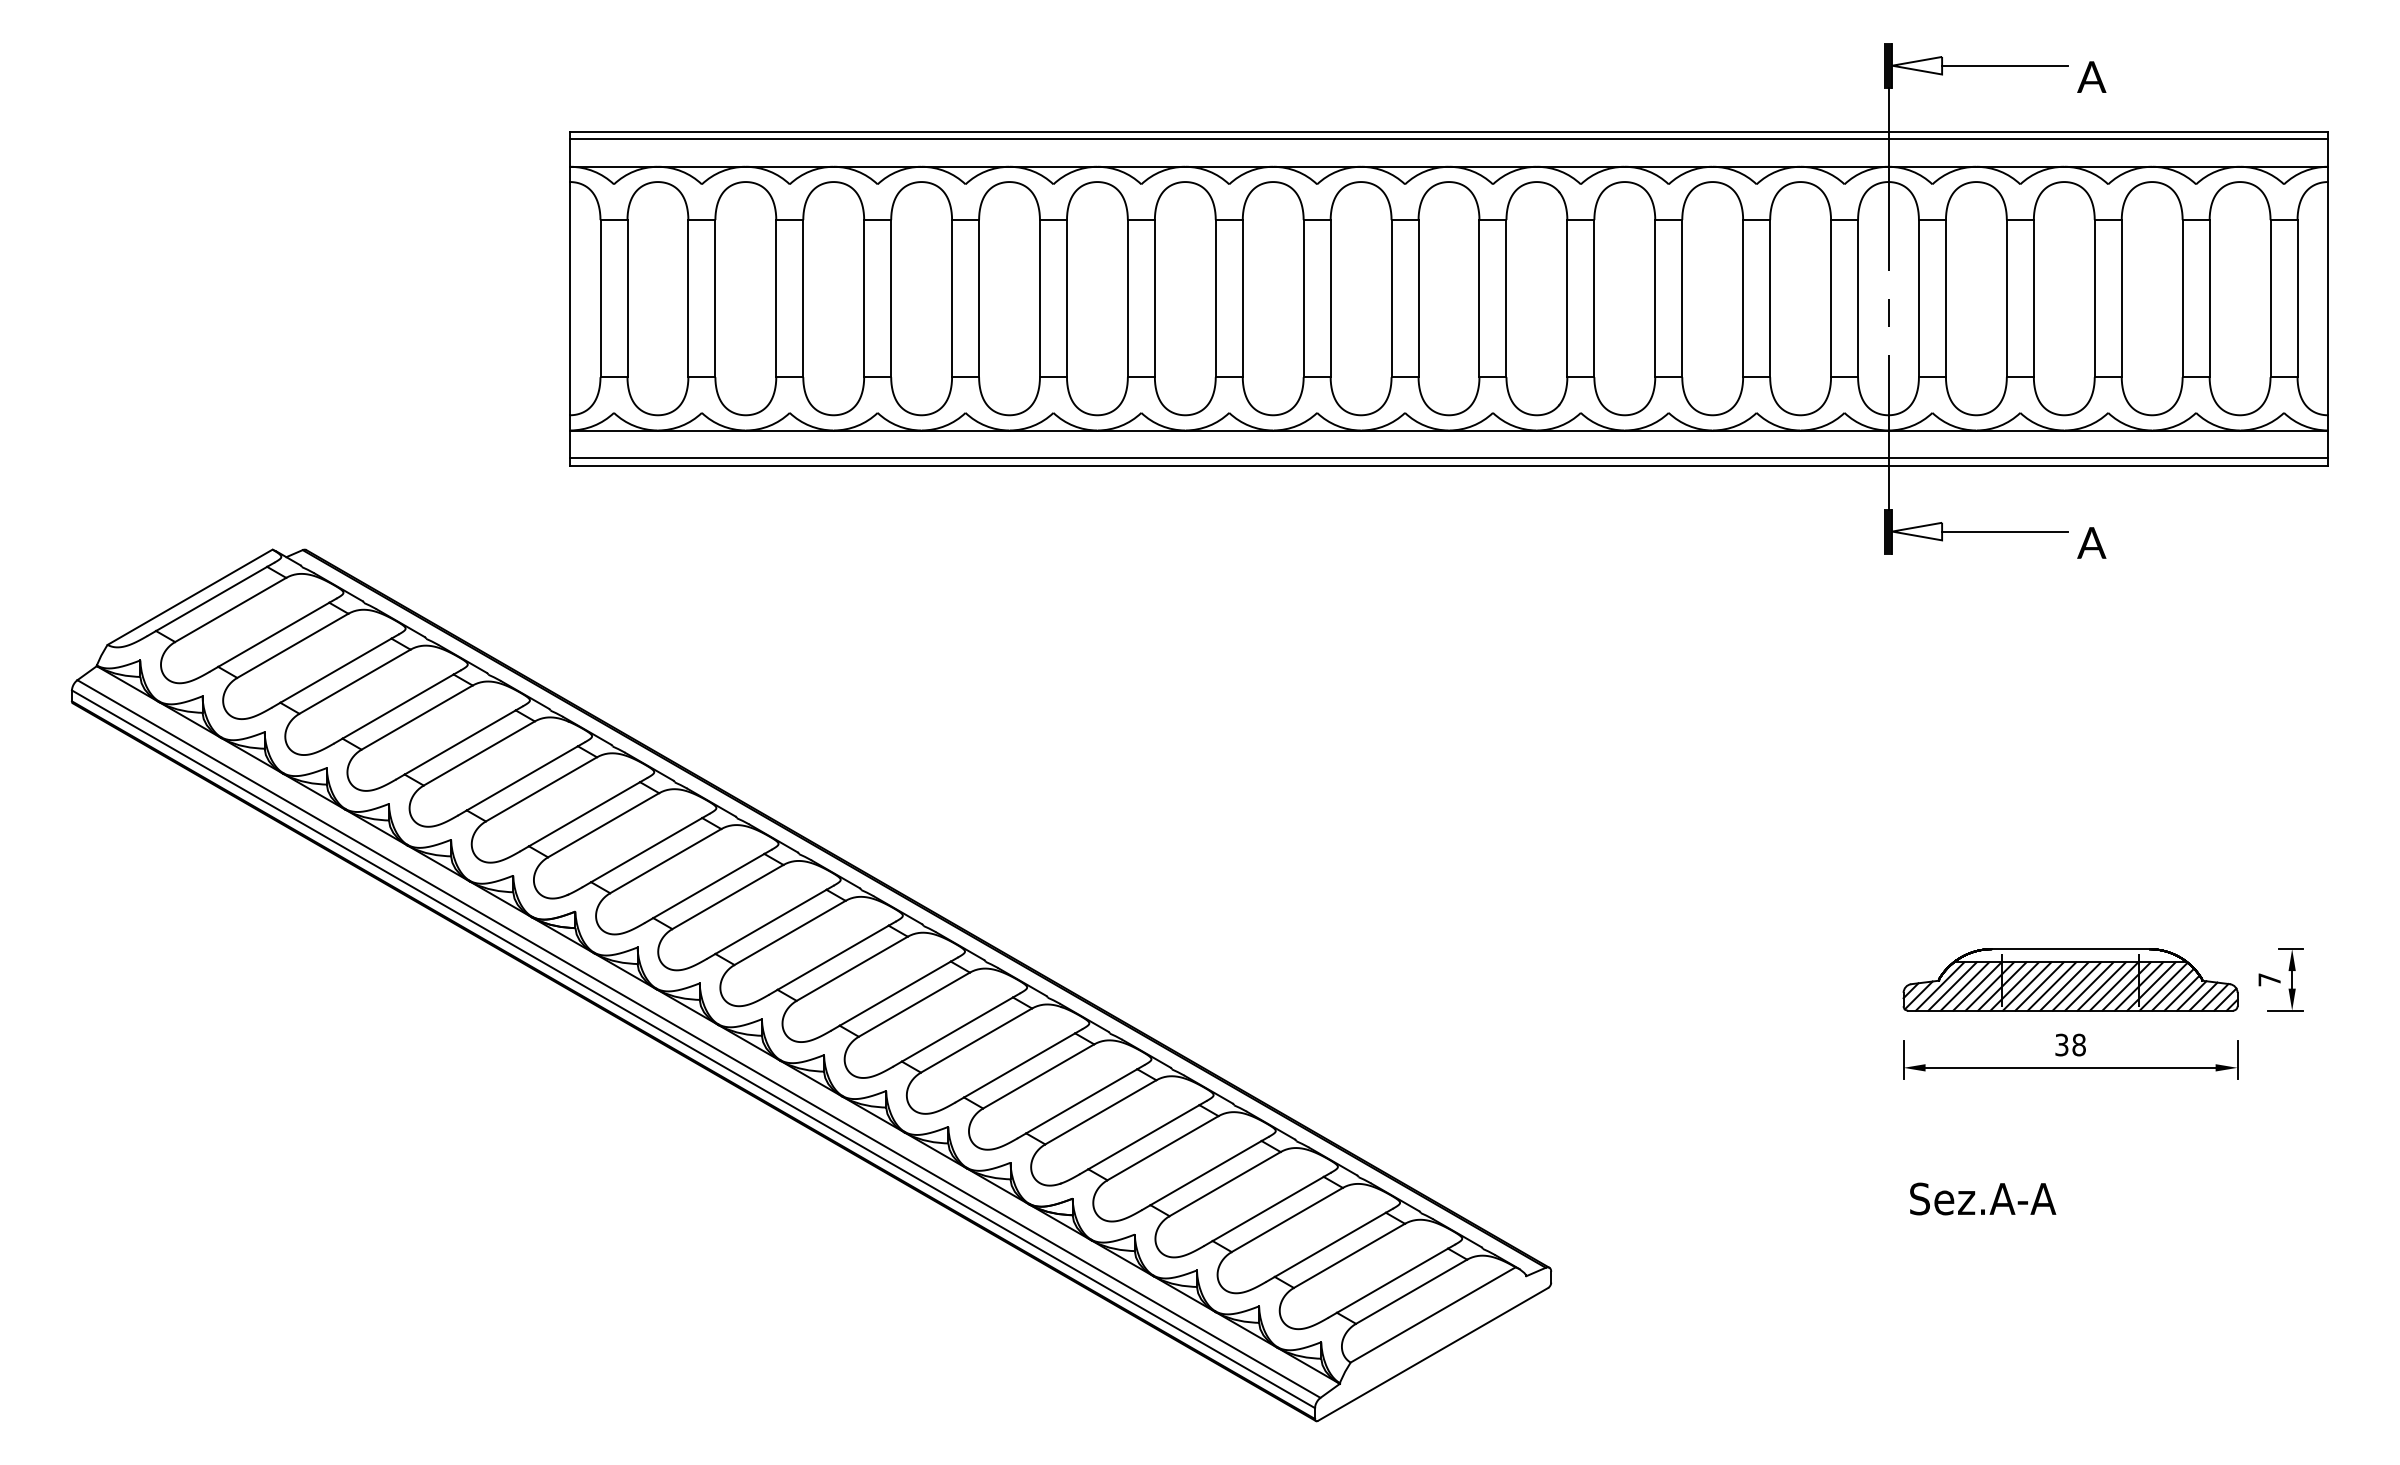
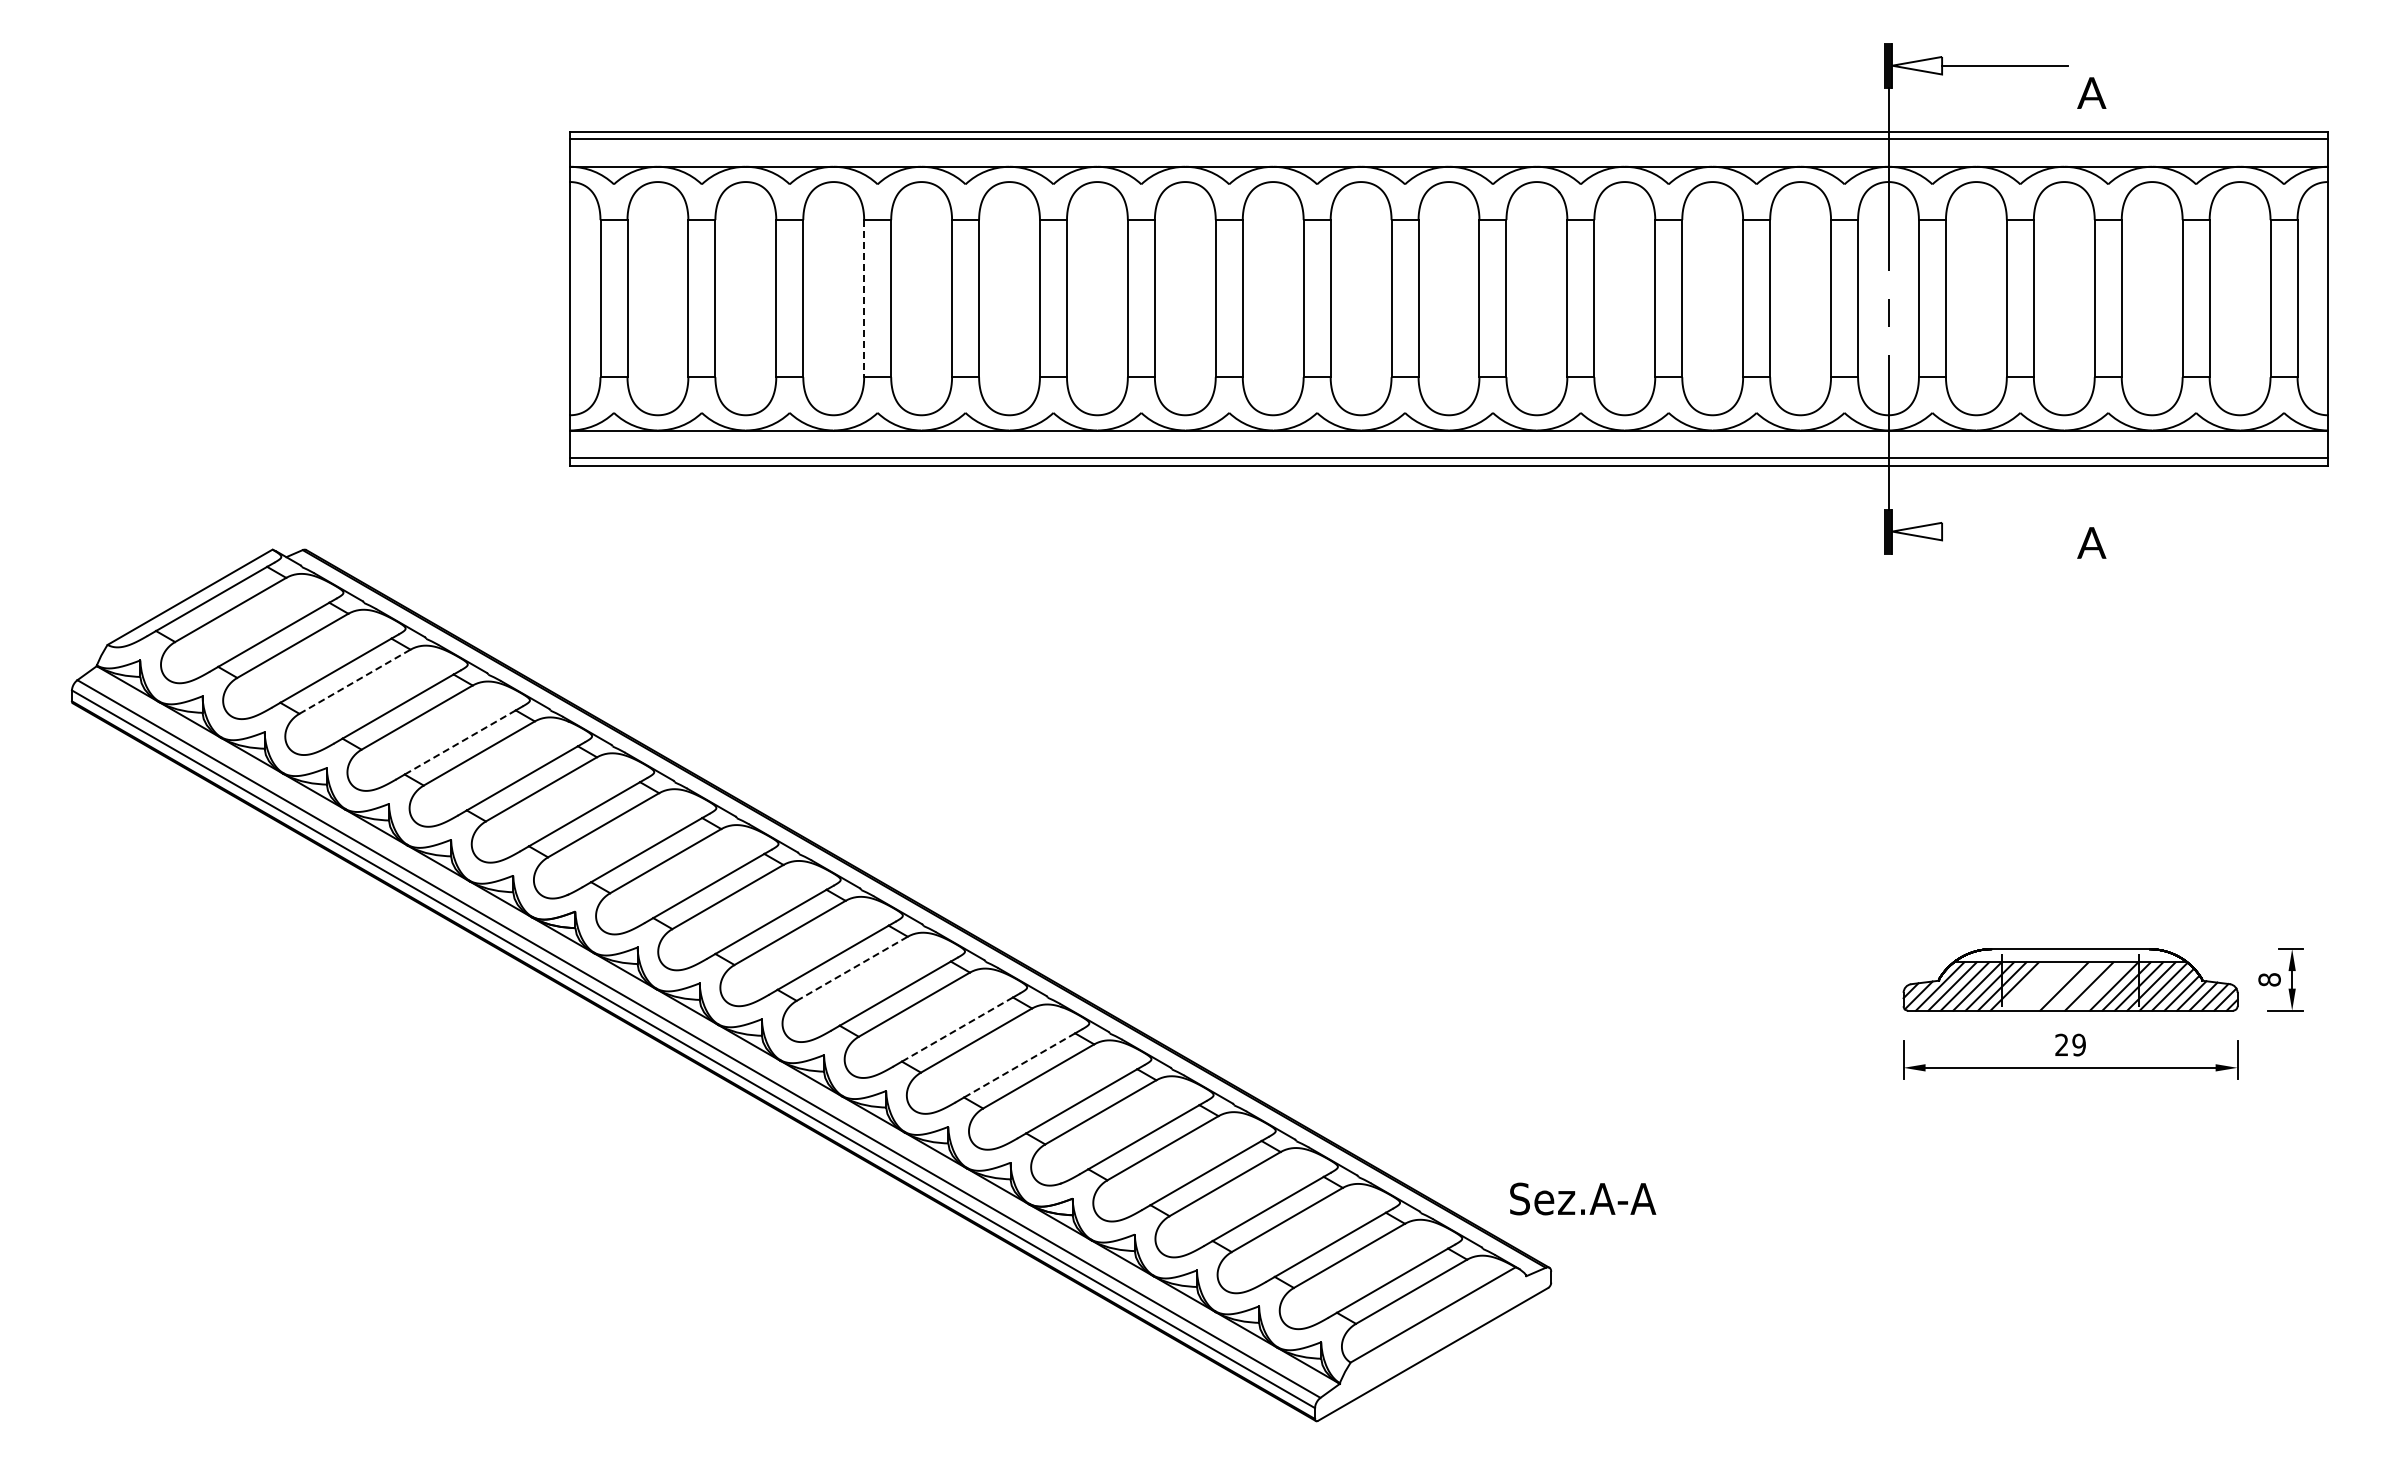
text at (2091, 76) position: (2091, 76) -> (2091, 92)
line at (864, 298): solid -> dashed
line at (2005, 531): present -> none
line at (355, 681): solid -> dashed
line at (459, 742): solid -> dashed
line at (852, 968): solid -> dashed
text at (2269, 979): 7 -> 8
line at (2027, 986): present -> none
line at (2039, 986): present -> none
line at (2051, 986): present -> none
line at (2076, 986): present -> none
line at (2101, 986): present -> none
line at (957, 1029): solid -> dashed
text at (2070, 1044): 38 -> 29
line at (1019, 1065): solid -> dashed
text at (1983, 1198) position: (1983, 1198) -> (1583, 1198)
